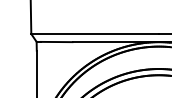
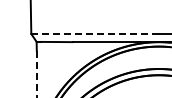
line at (95, 34): solid -> dashed
line at (36, 74): solid -> dashed
